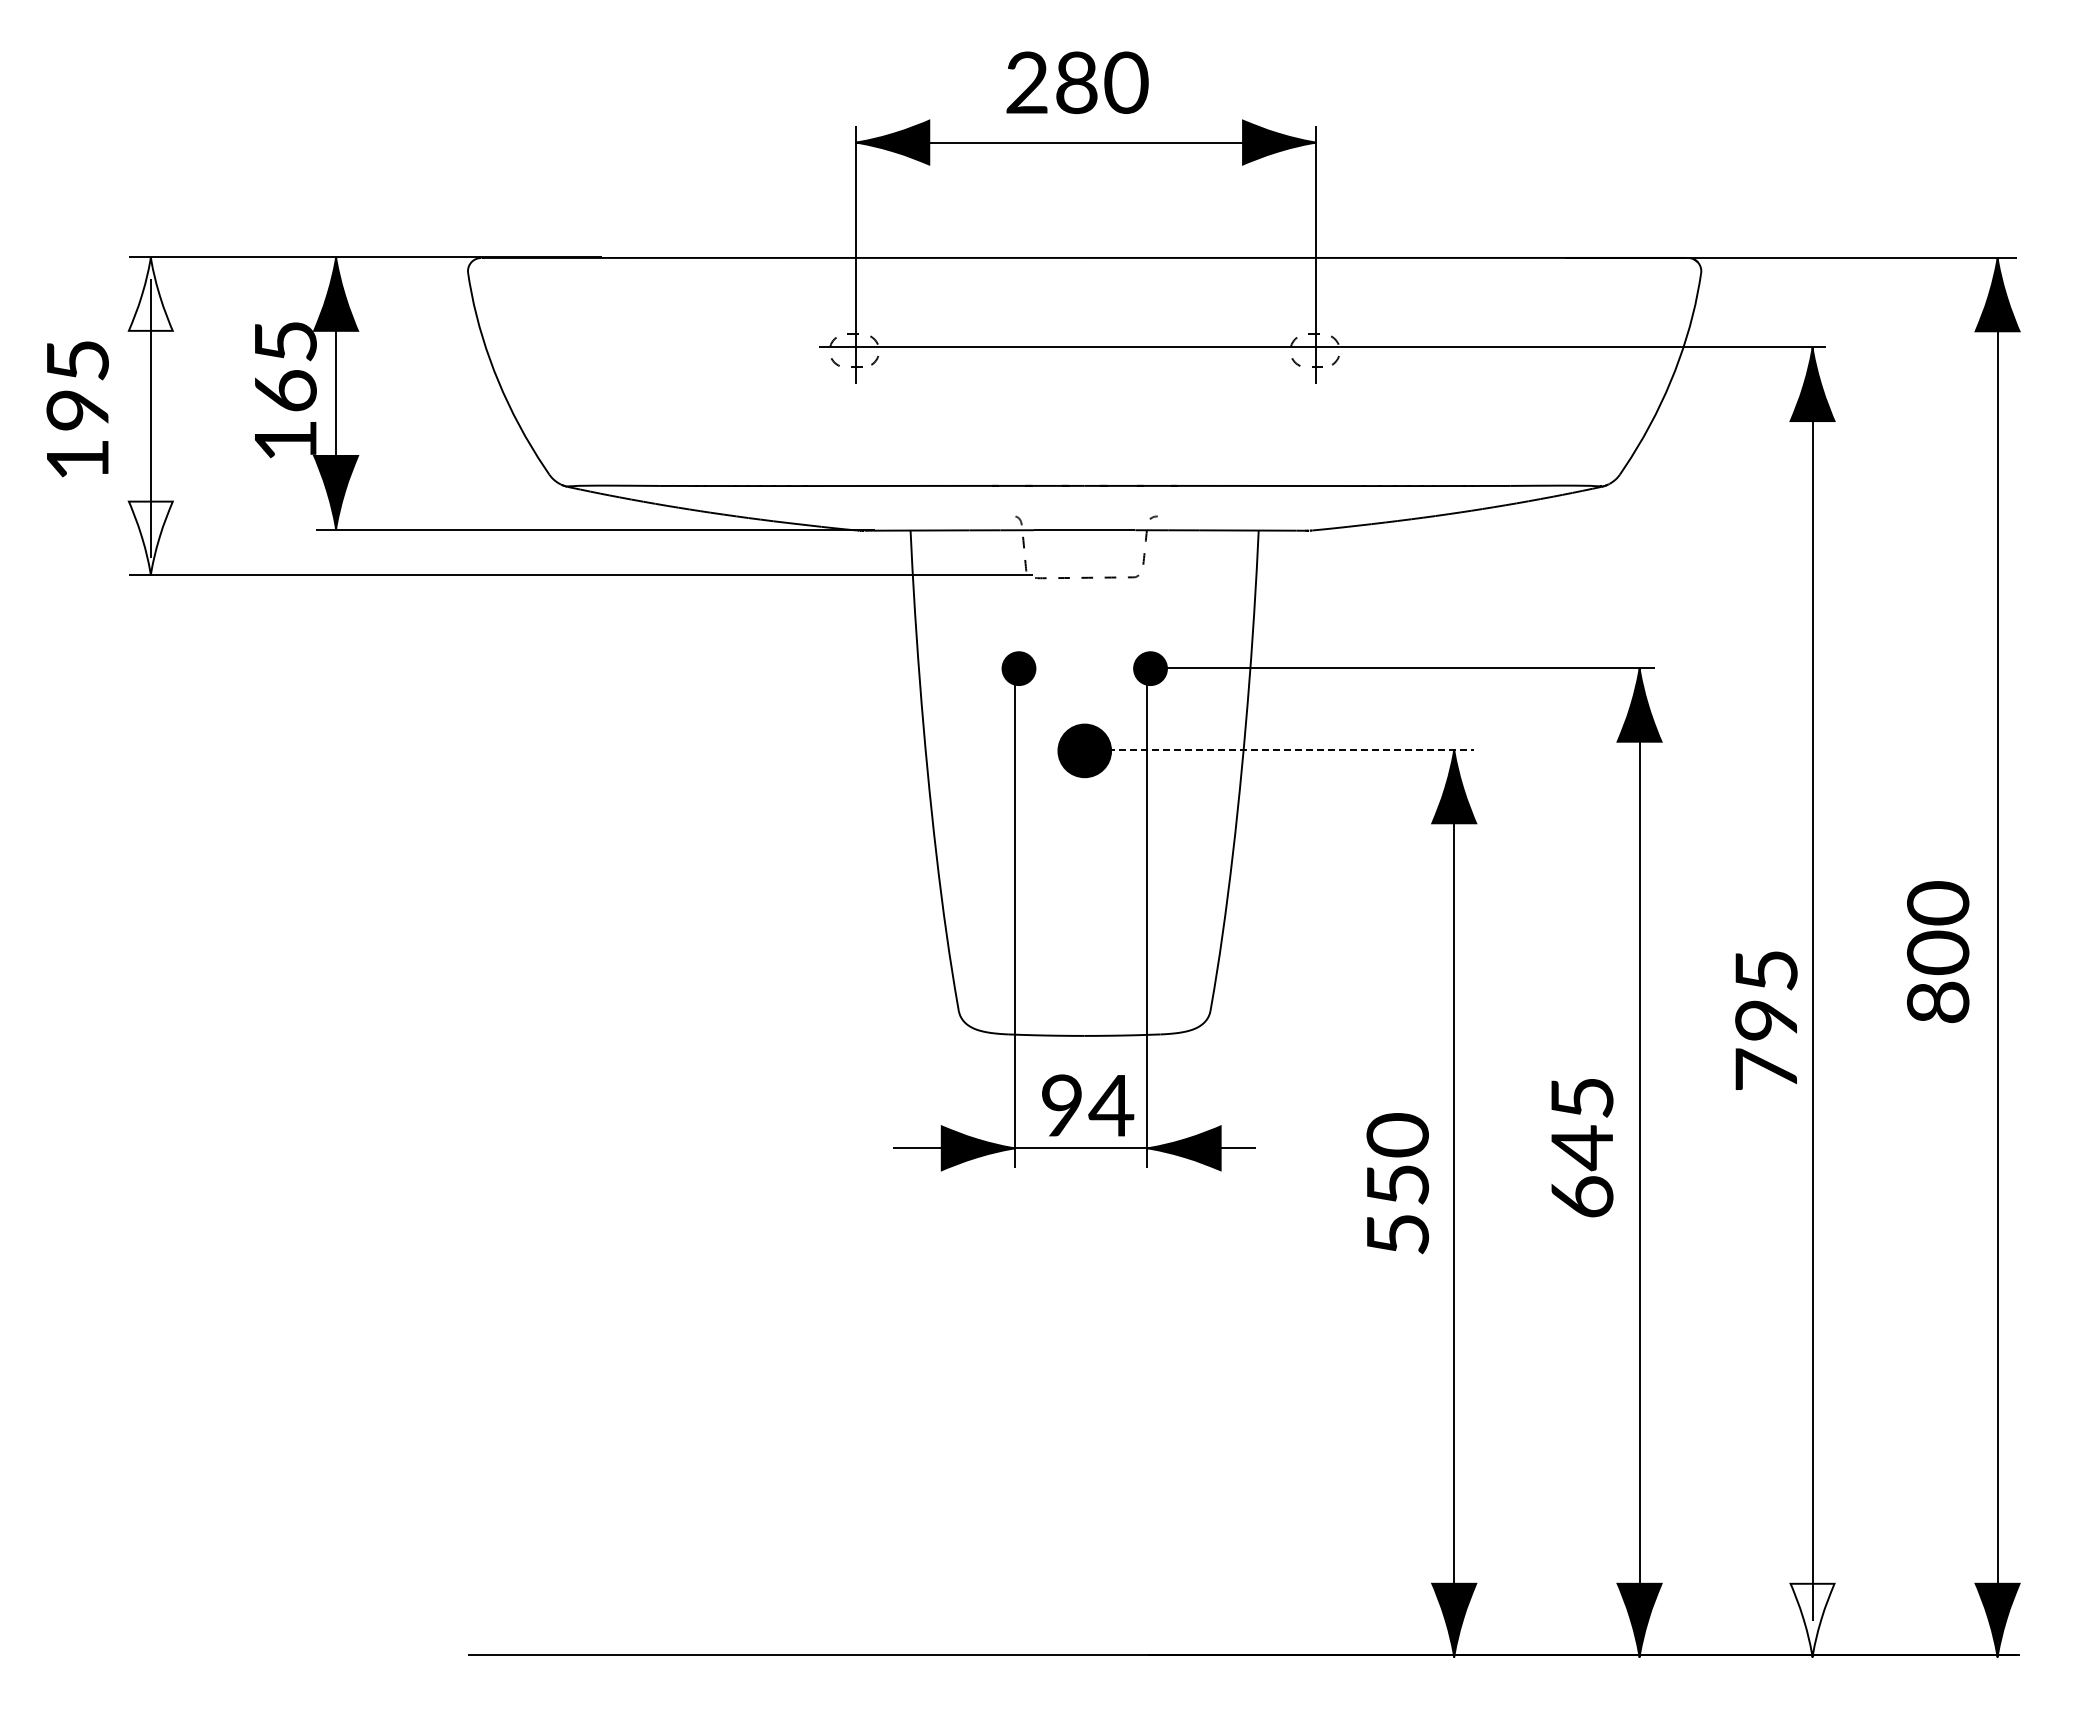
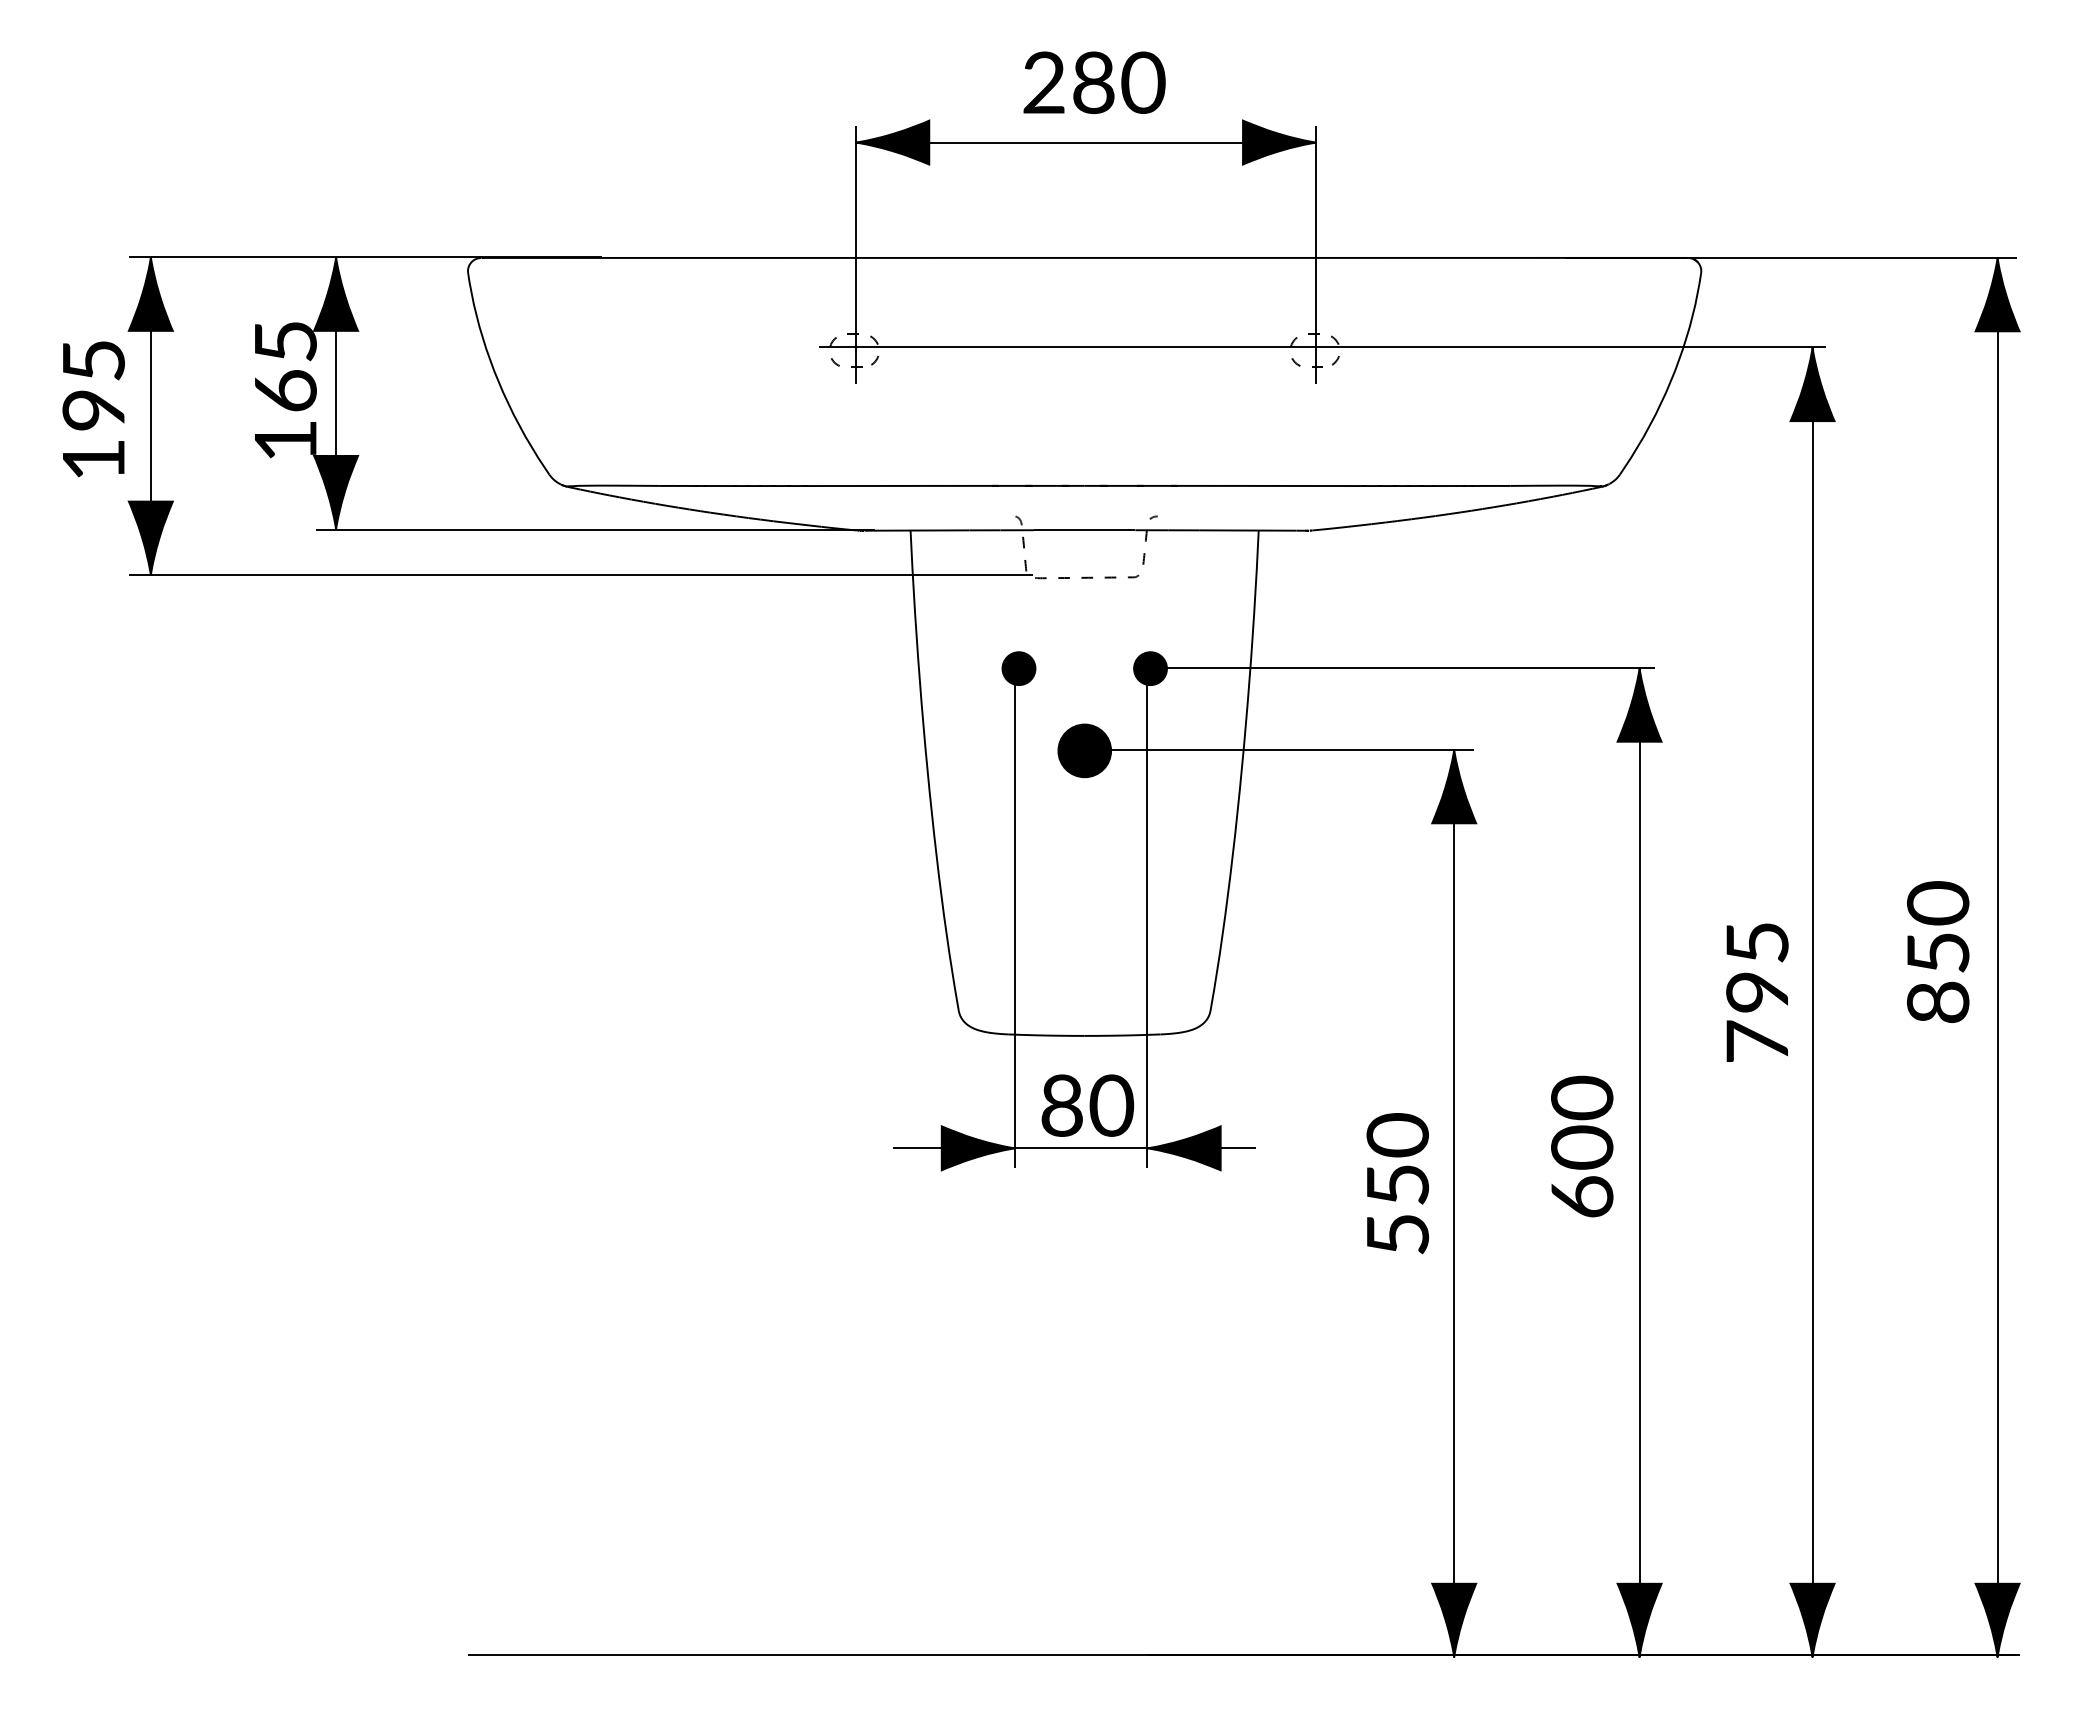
text at (1077, 82) position: (1077, 82) -> (1094, 82)
fill at (150, 293): none -> present
text at (77, 409) position: (77, 409) -> (93, 409)
fill at (150, 538): none -> present
line at (1280, 750): dashed -> solid
text at (1938, 952): 800 -> 850
text at (1766, 1020) position: (1766, 1020) -> (1757, 992)
text at (1087, 1105): 94 -> 80
text at (1582, 1123): 645 -> 600
fill at (1812, 1620): none -> present
